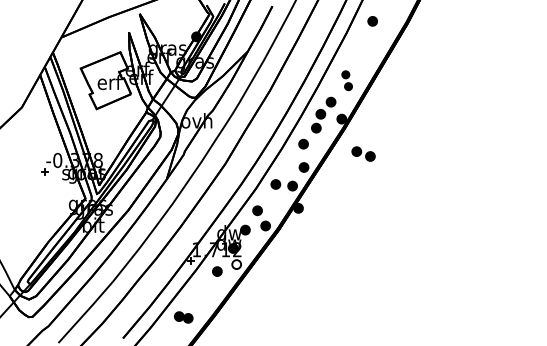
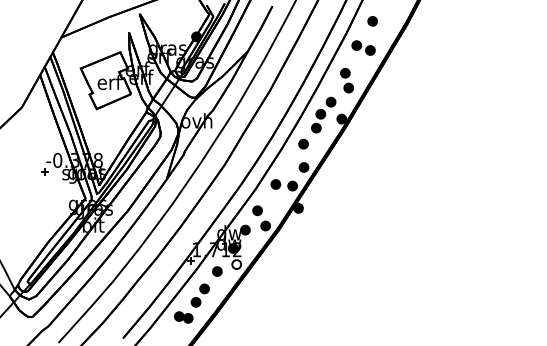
part at (346, 80) size: 12x22 px -> 15x26 px
part at (363, 153) position: (363, 153) -> (363, 47)
part at (199, 295): none -> present
